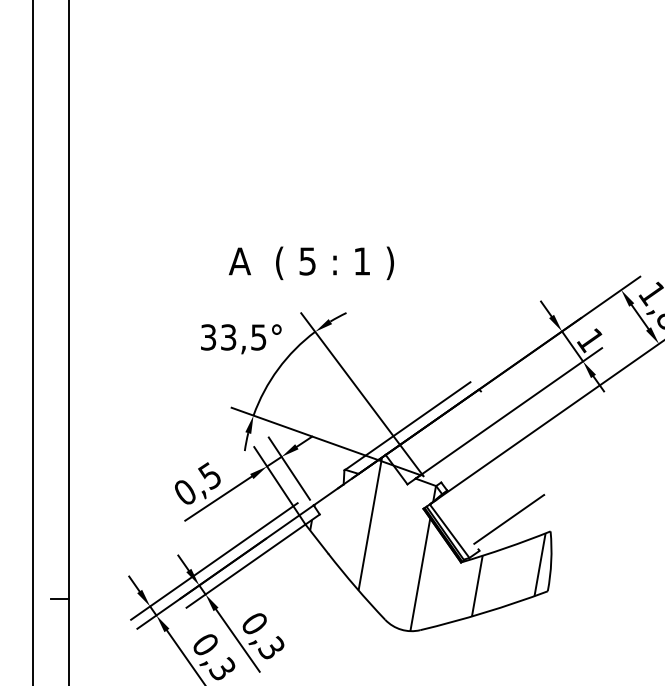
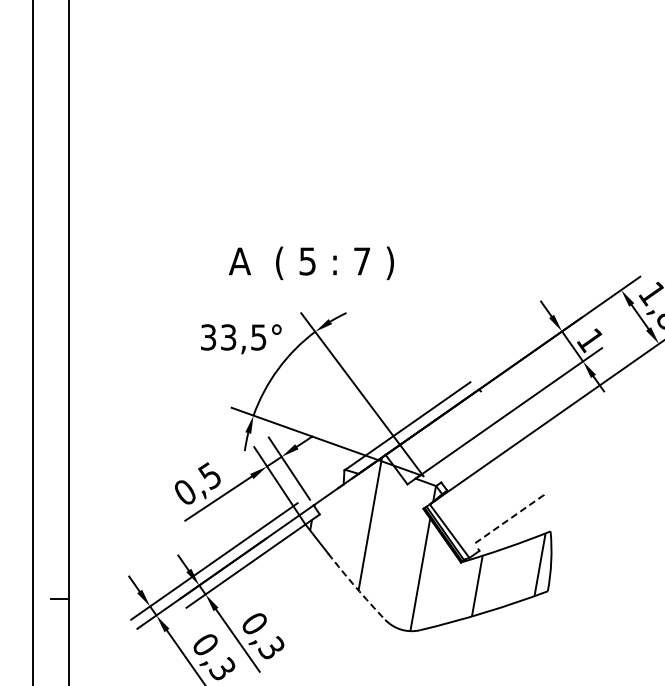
text at (362, 261): 1 -> 7
line at (509, 519): solid -> dashed
arc at (355, 587): solid -> dashed
